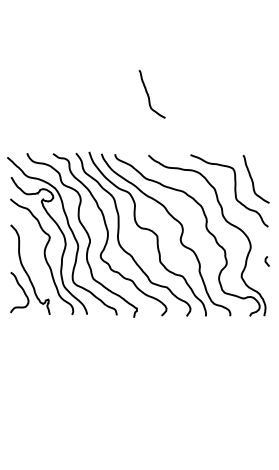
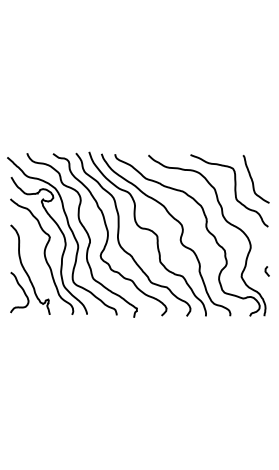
curve at (149, 95): present -> none
curve at (266, 261) position: (266, 261) -> (266, 271)
